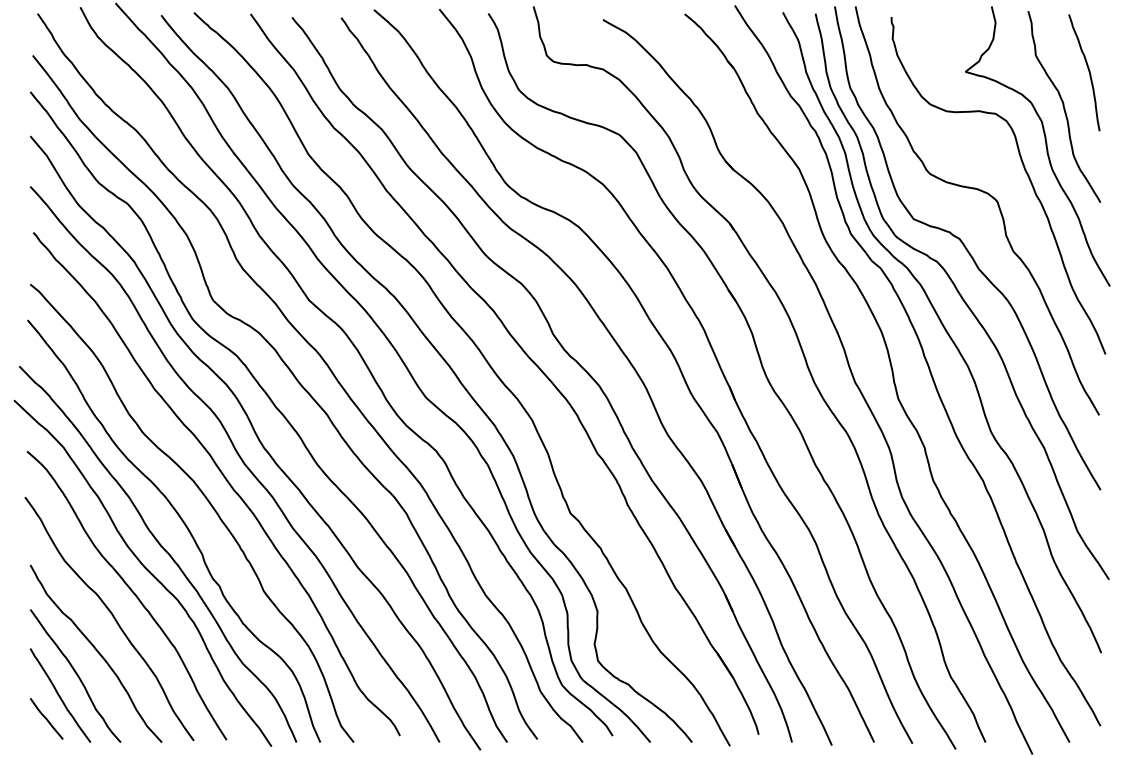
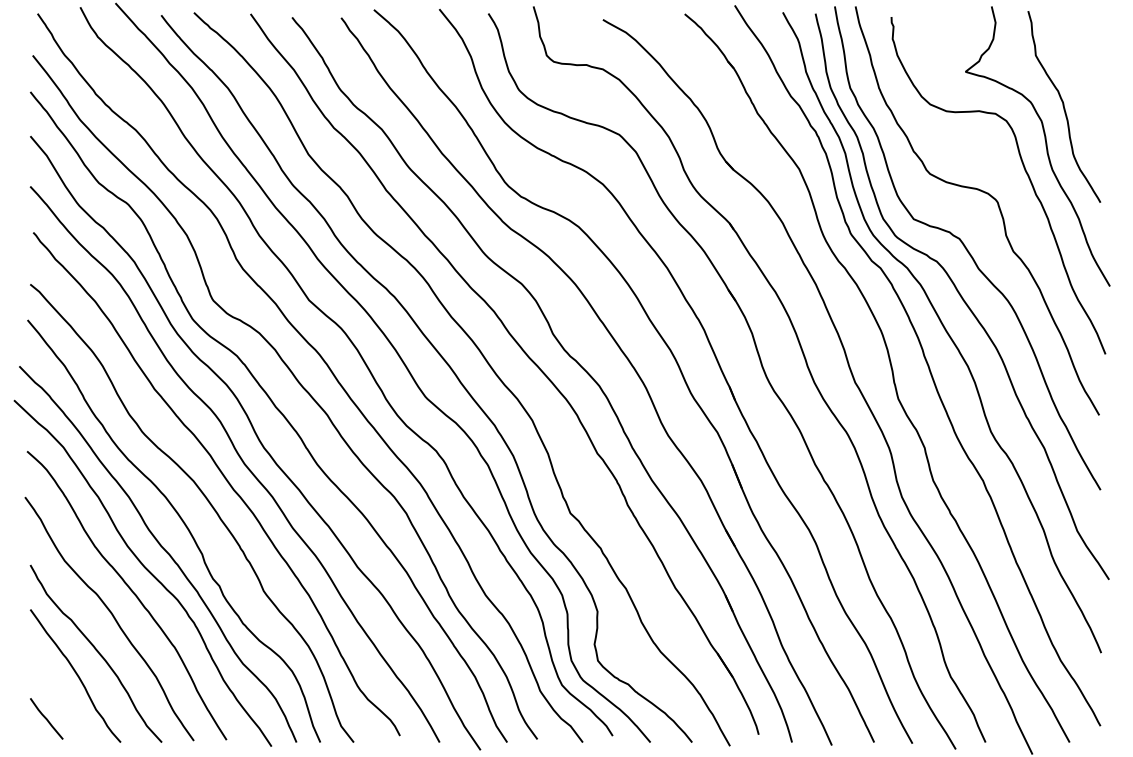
curve at (1088, 72): present -> none
curve at (60, 695): present -> none
